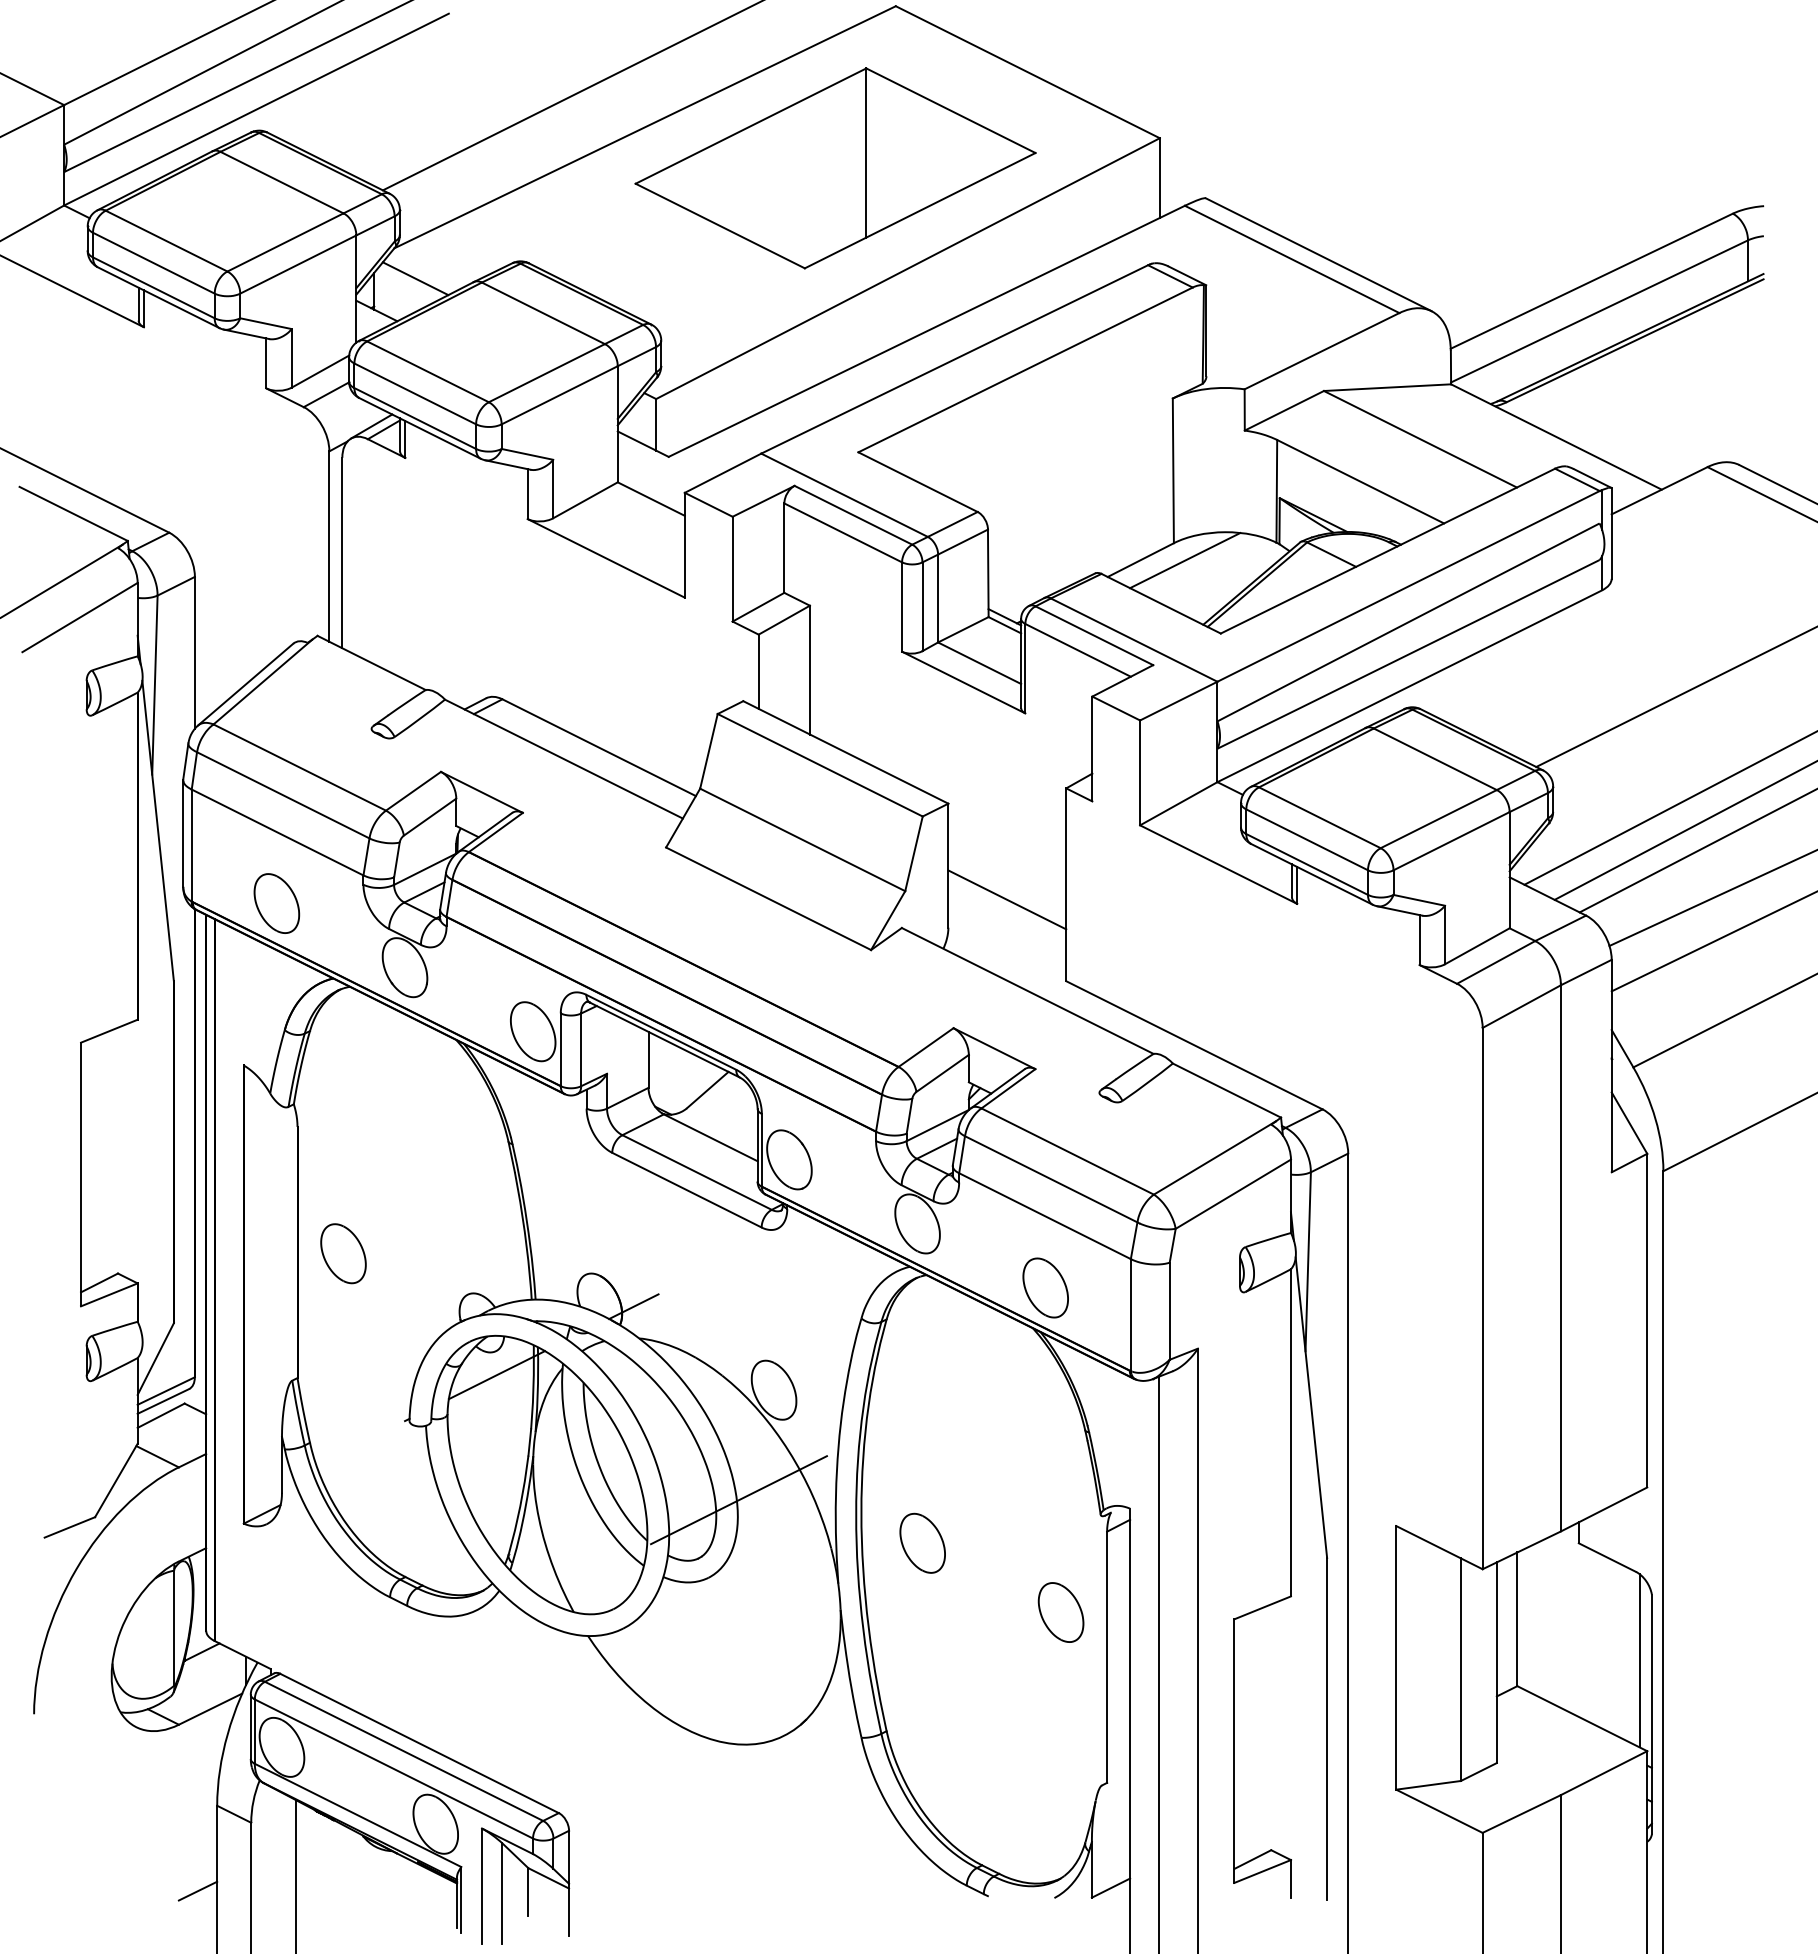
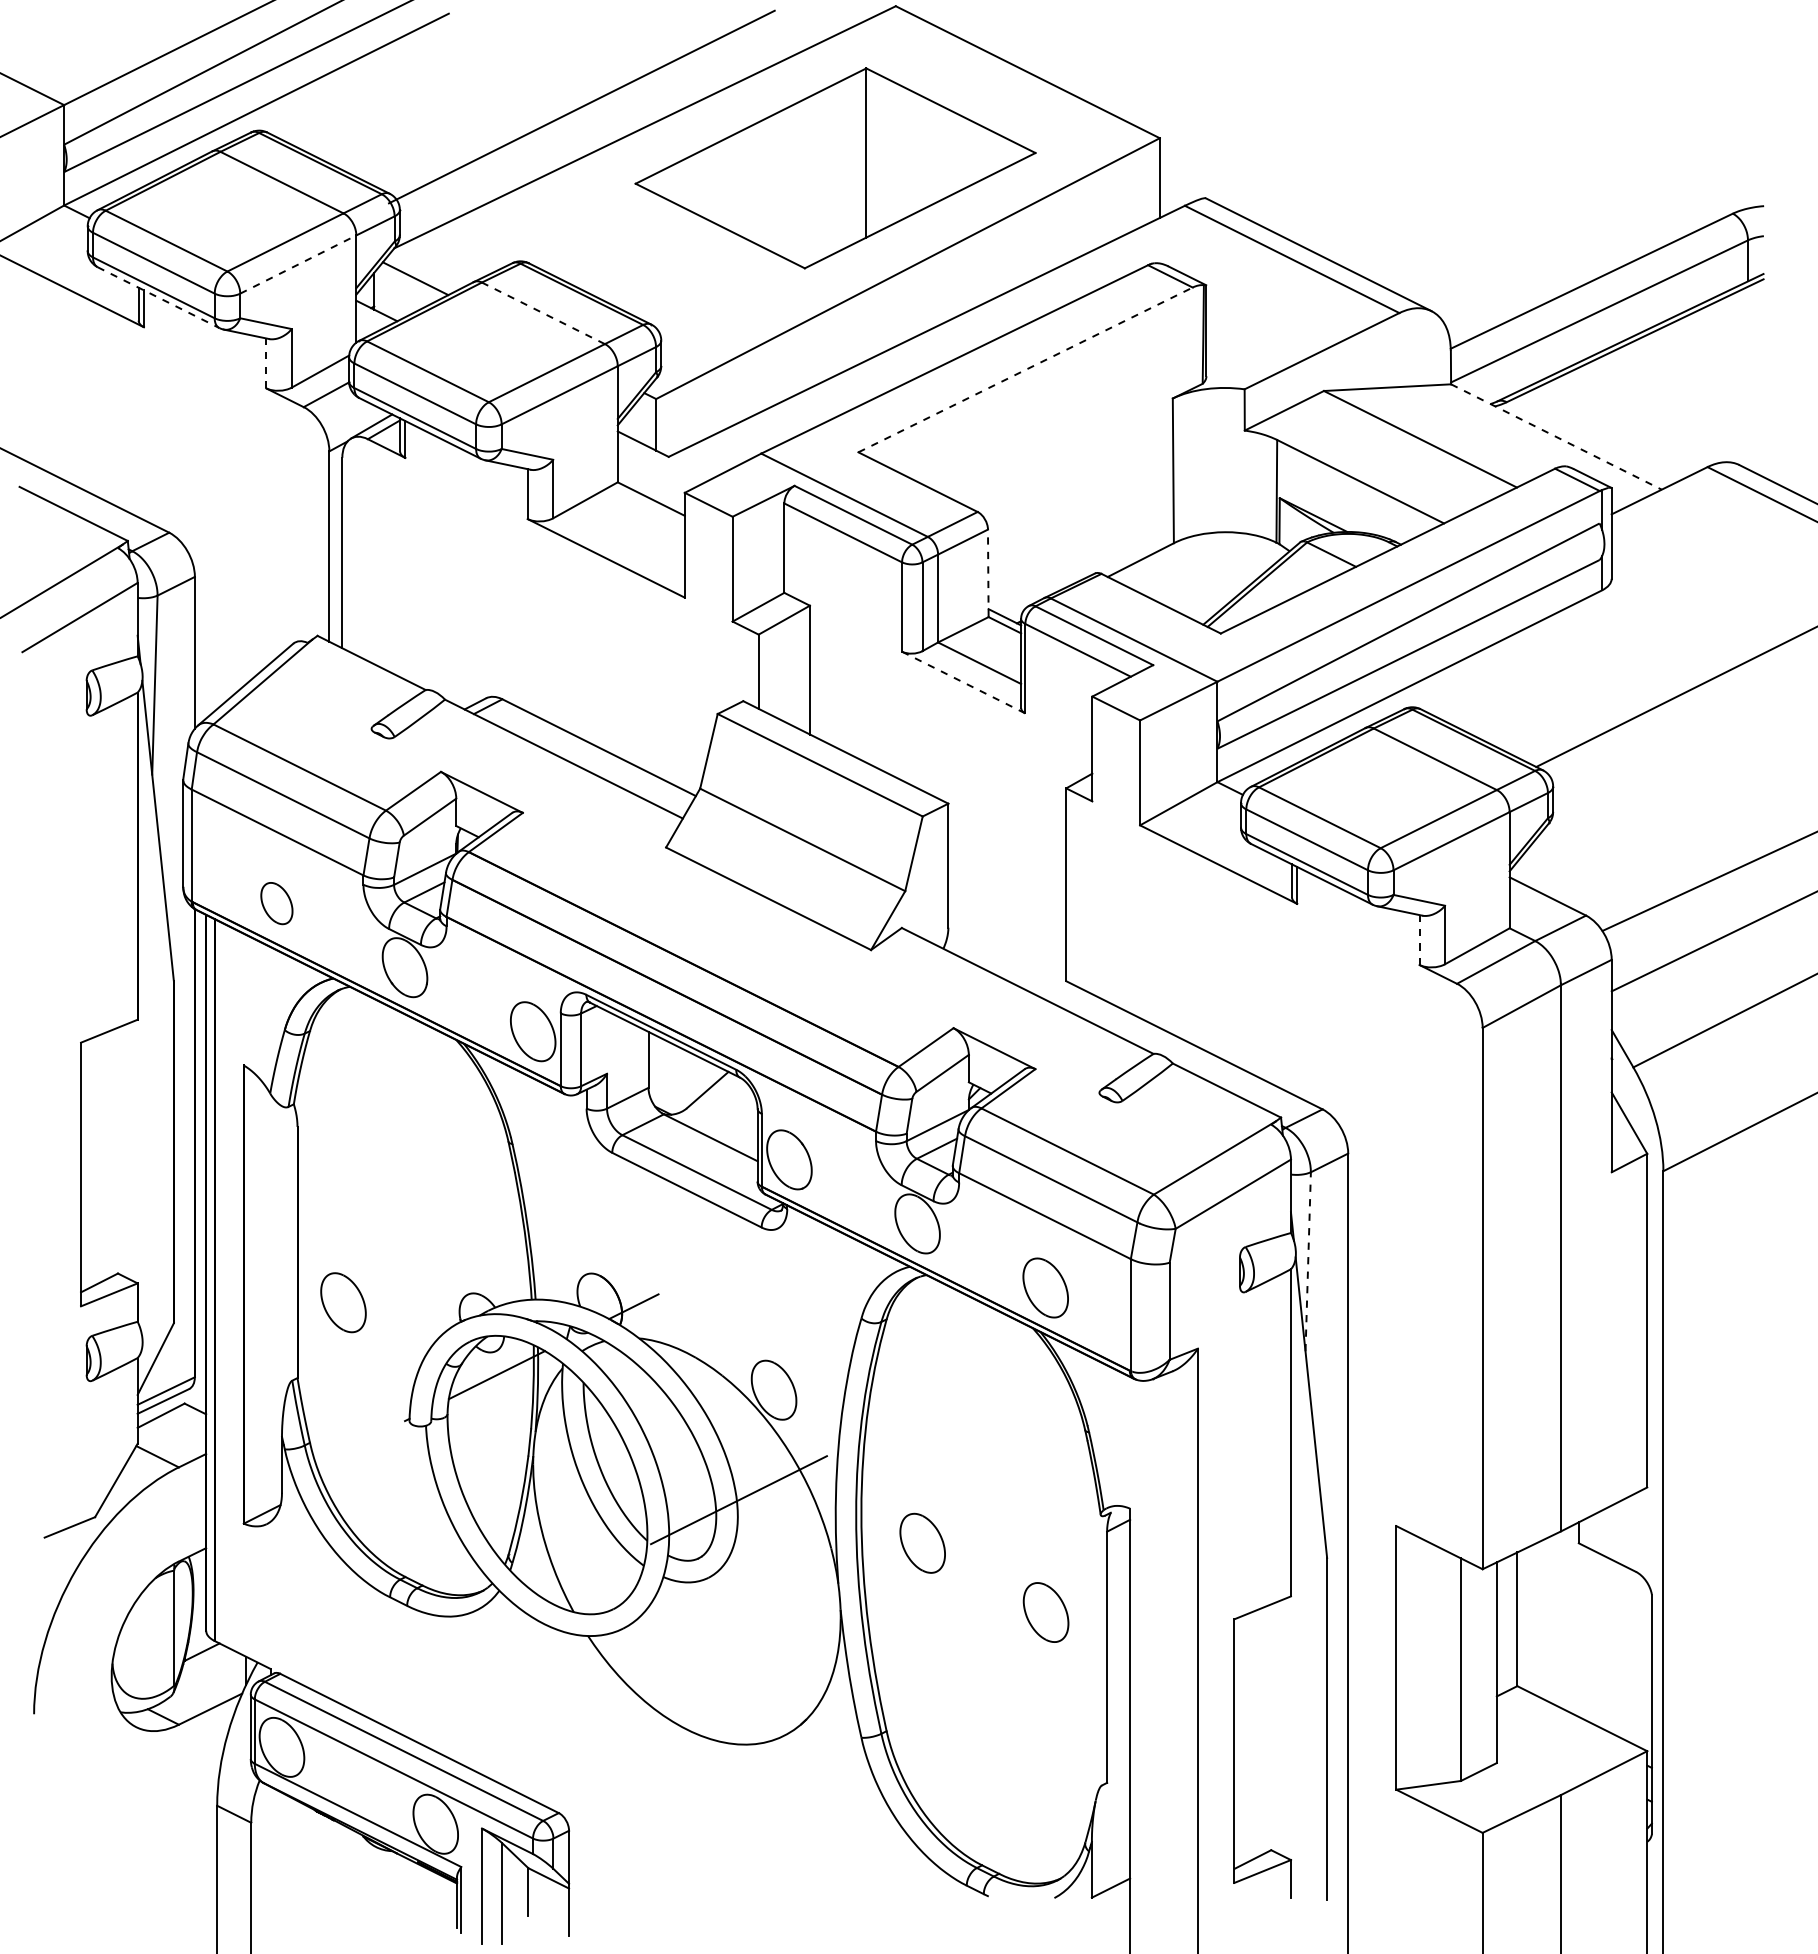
line at (570, 96) position: (570, 96) -> (581, 106)
line at (298, 264): solid -> dashed
line at (159, 297): solid -> dashed
line at (543, 313): solid -> dashed
line at (266, 363): solid -> dashed
line at (1026, 369): solid -> dashed
line at (1556, 437): solid -> dashed
line at (1185, 560): present -> none
line at (988, 573): solid -> dashed
line at (963, 682): solid -> dashed
line at (1669, 808): present -> none
line at (1684, 830): present -> none
line at (1696, 851): present -> none
line at (1711, 898) position: (1711, 898) -> (1708, 881)
line at (1007, 899): present -> none
part at (276, 903) size: 48x61 px -> 34x44 px
line at (1419, 940): solid -> dashed
part at (343, 1253) position: (343, 1253) -> (343, 1302)
line at (1308, 1261): solid -> dashed
part at (1060, 1612) position: (1060, 1612) -> (1045, 1612)
line at (1639, 1660): present -> none
line at (1159, 1663): present -> none
line at (295, 1875): present -> none
line at (197, 1890): present -> none
